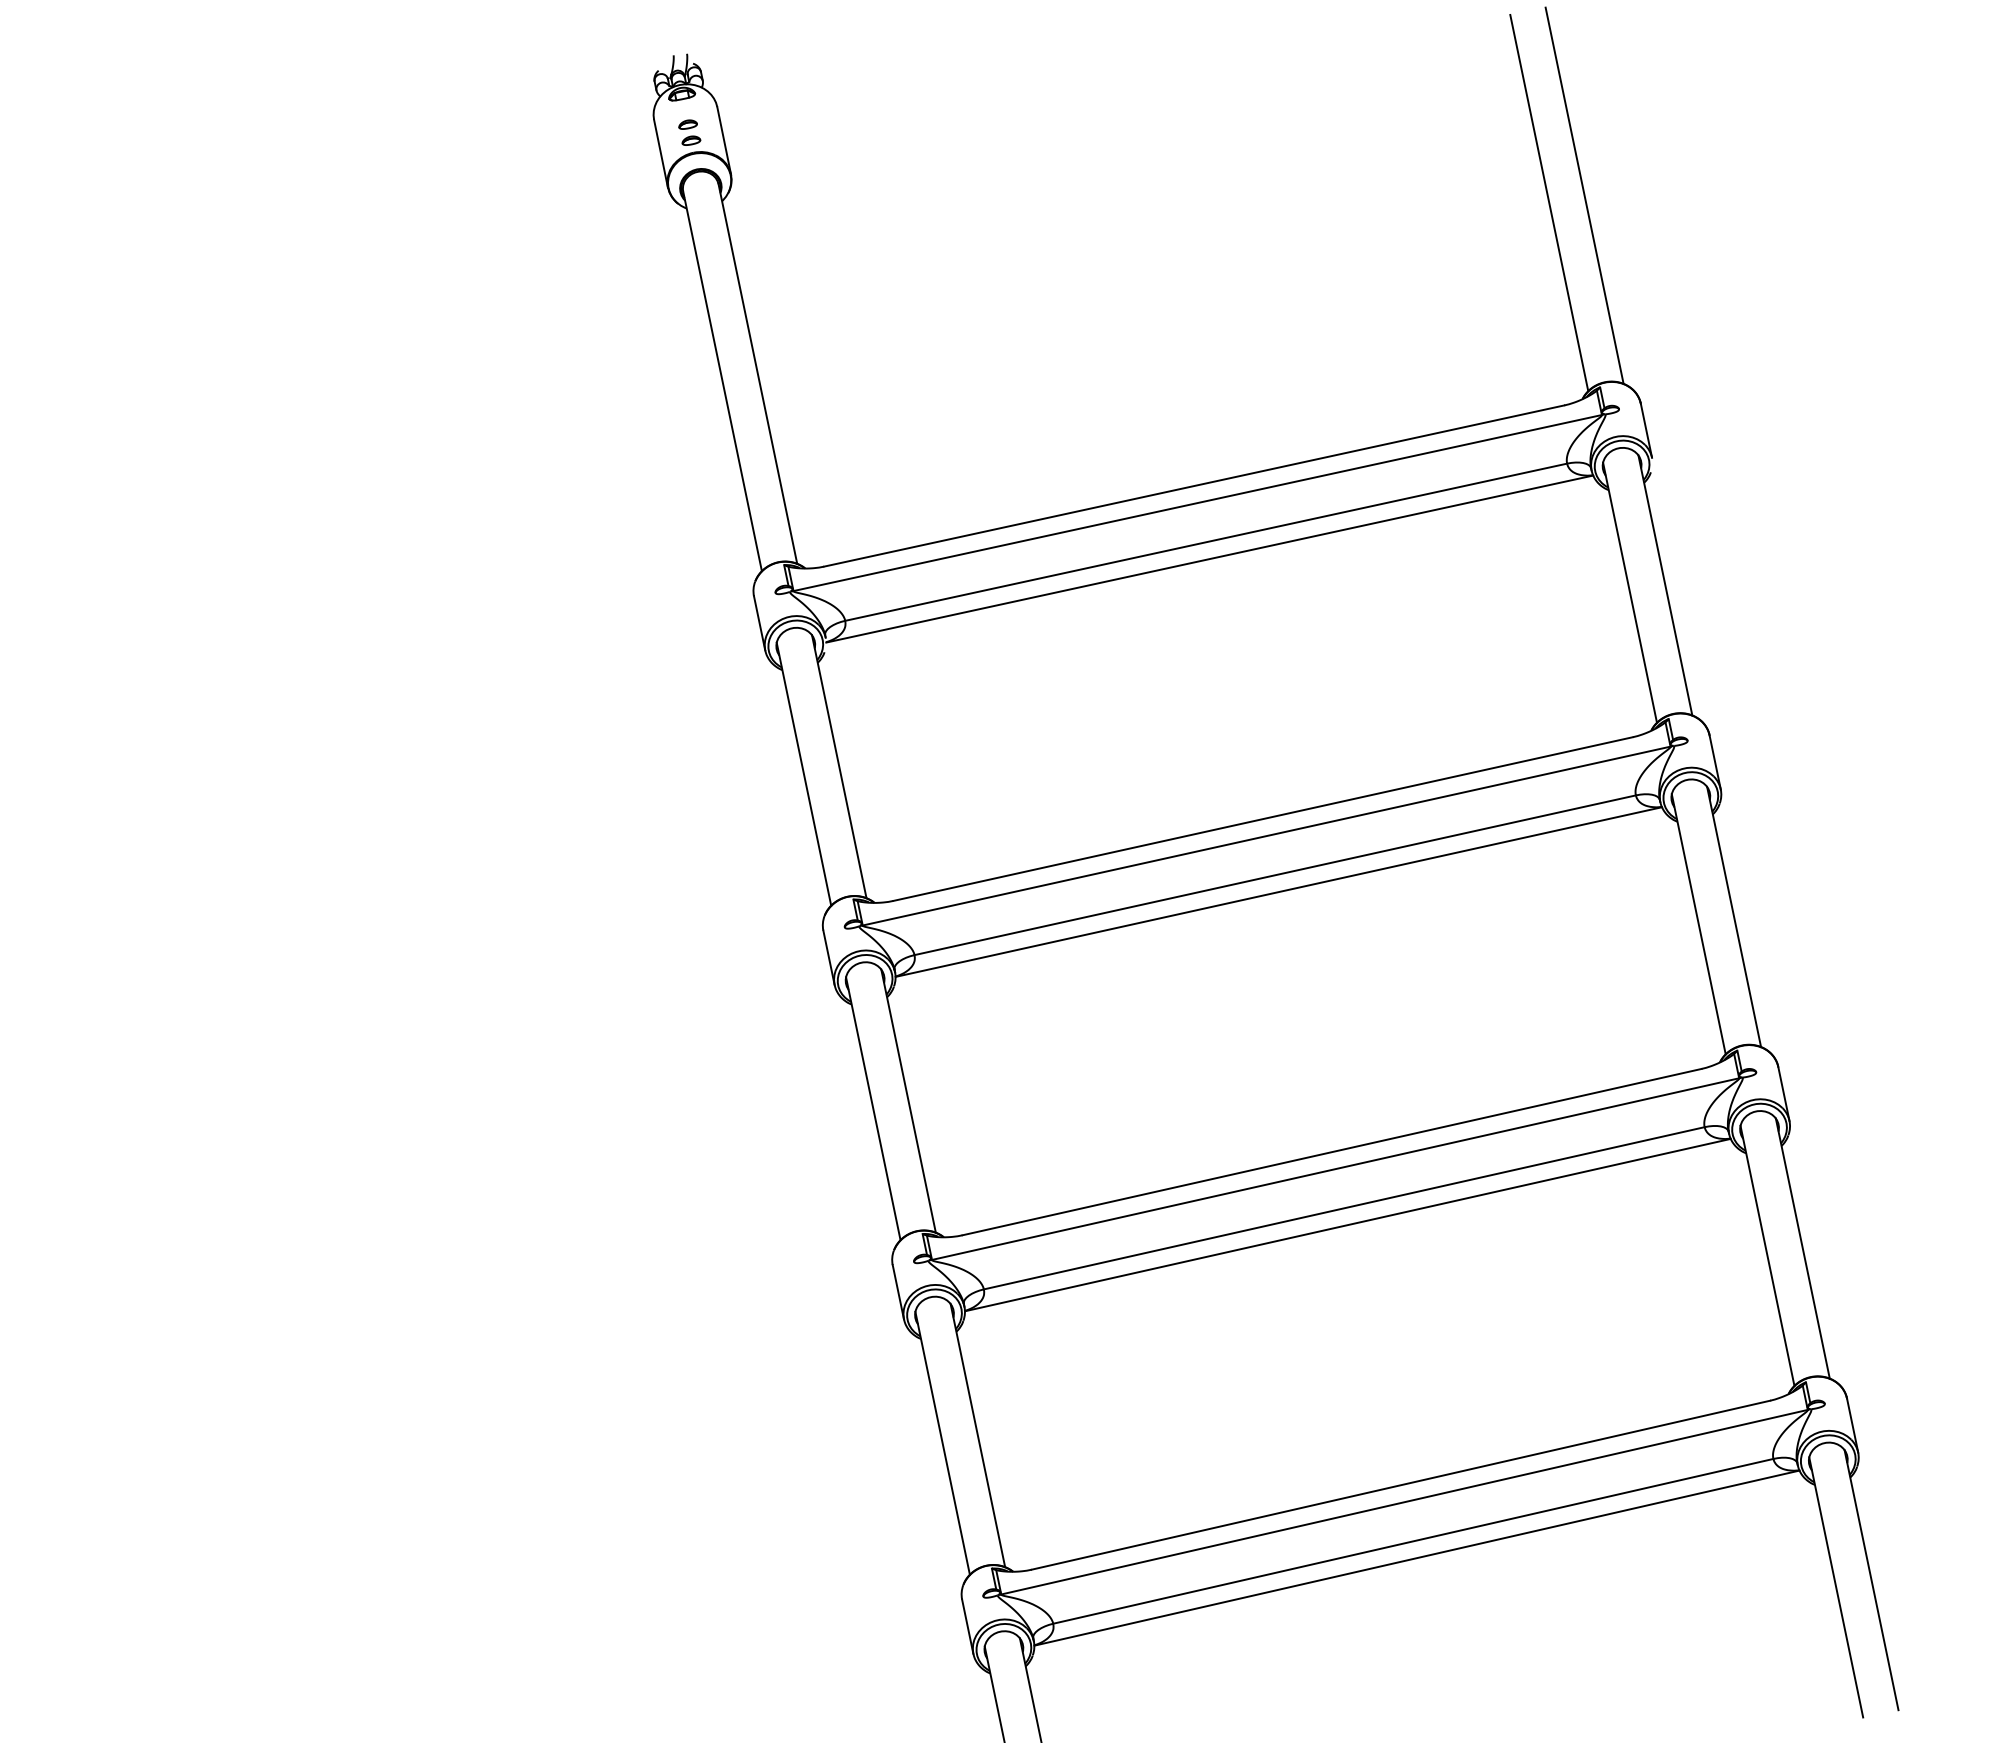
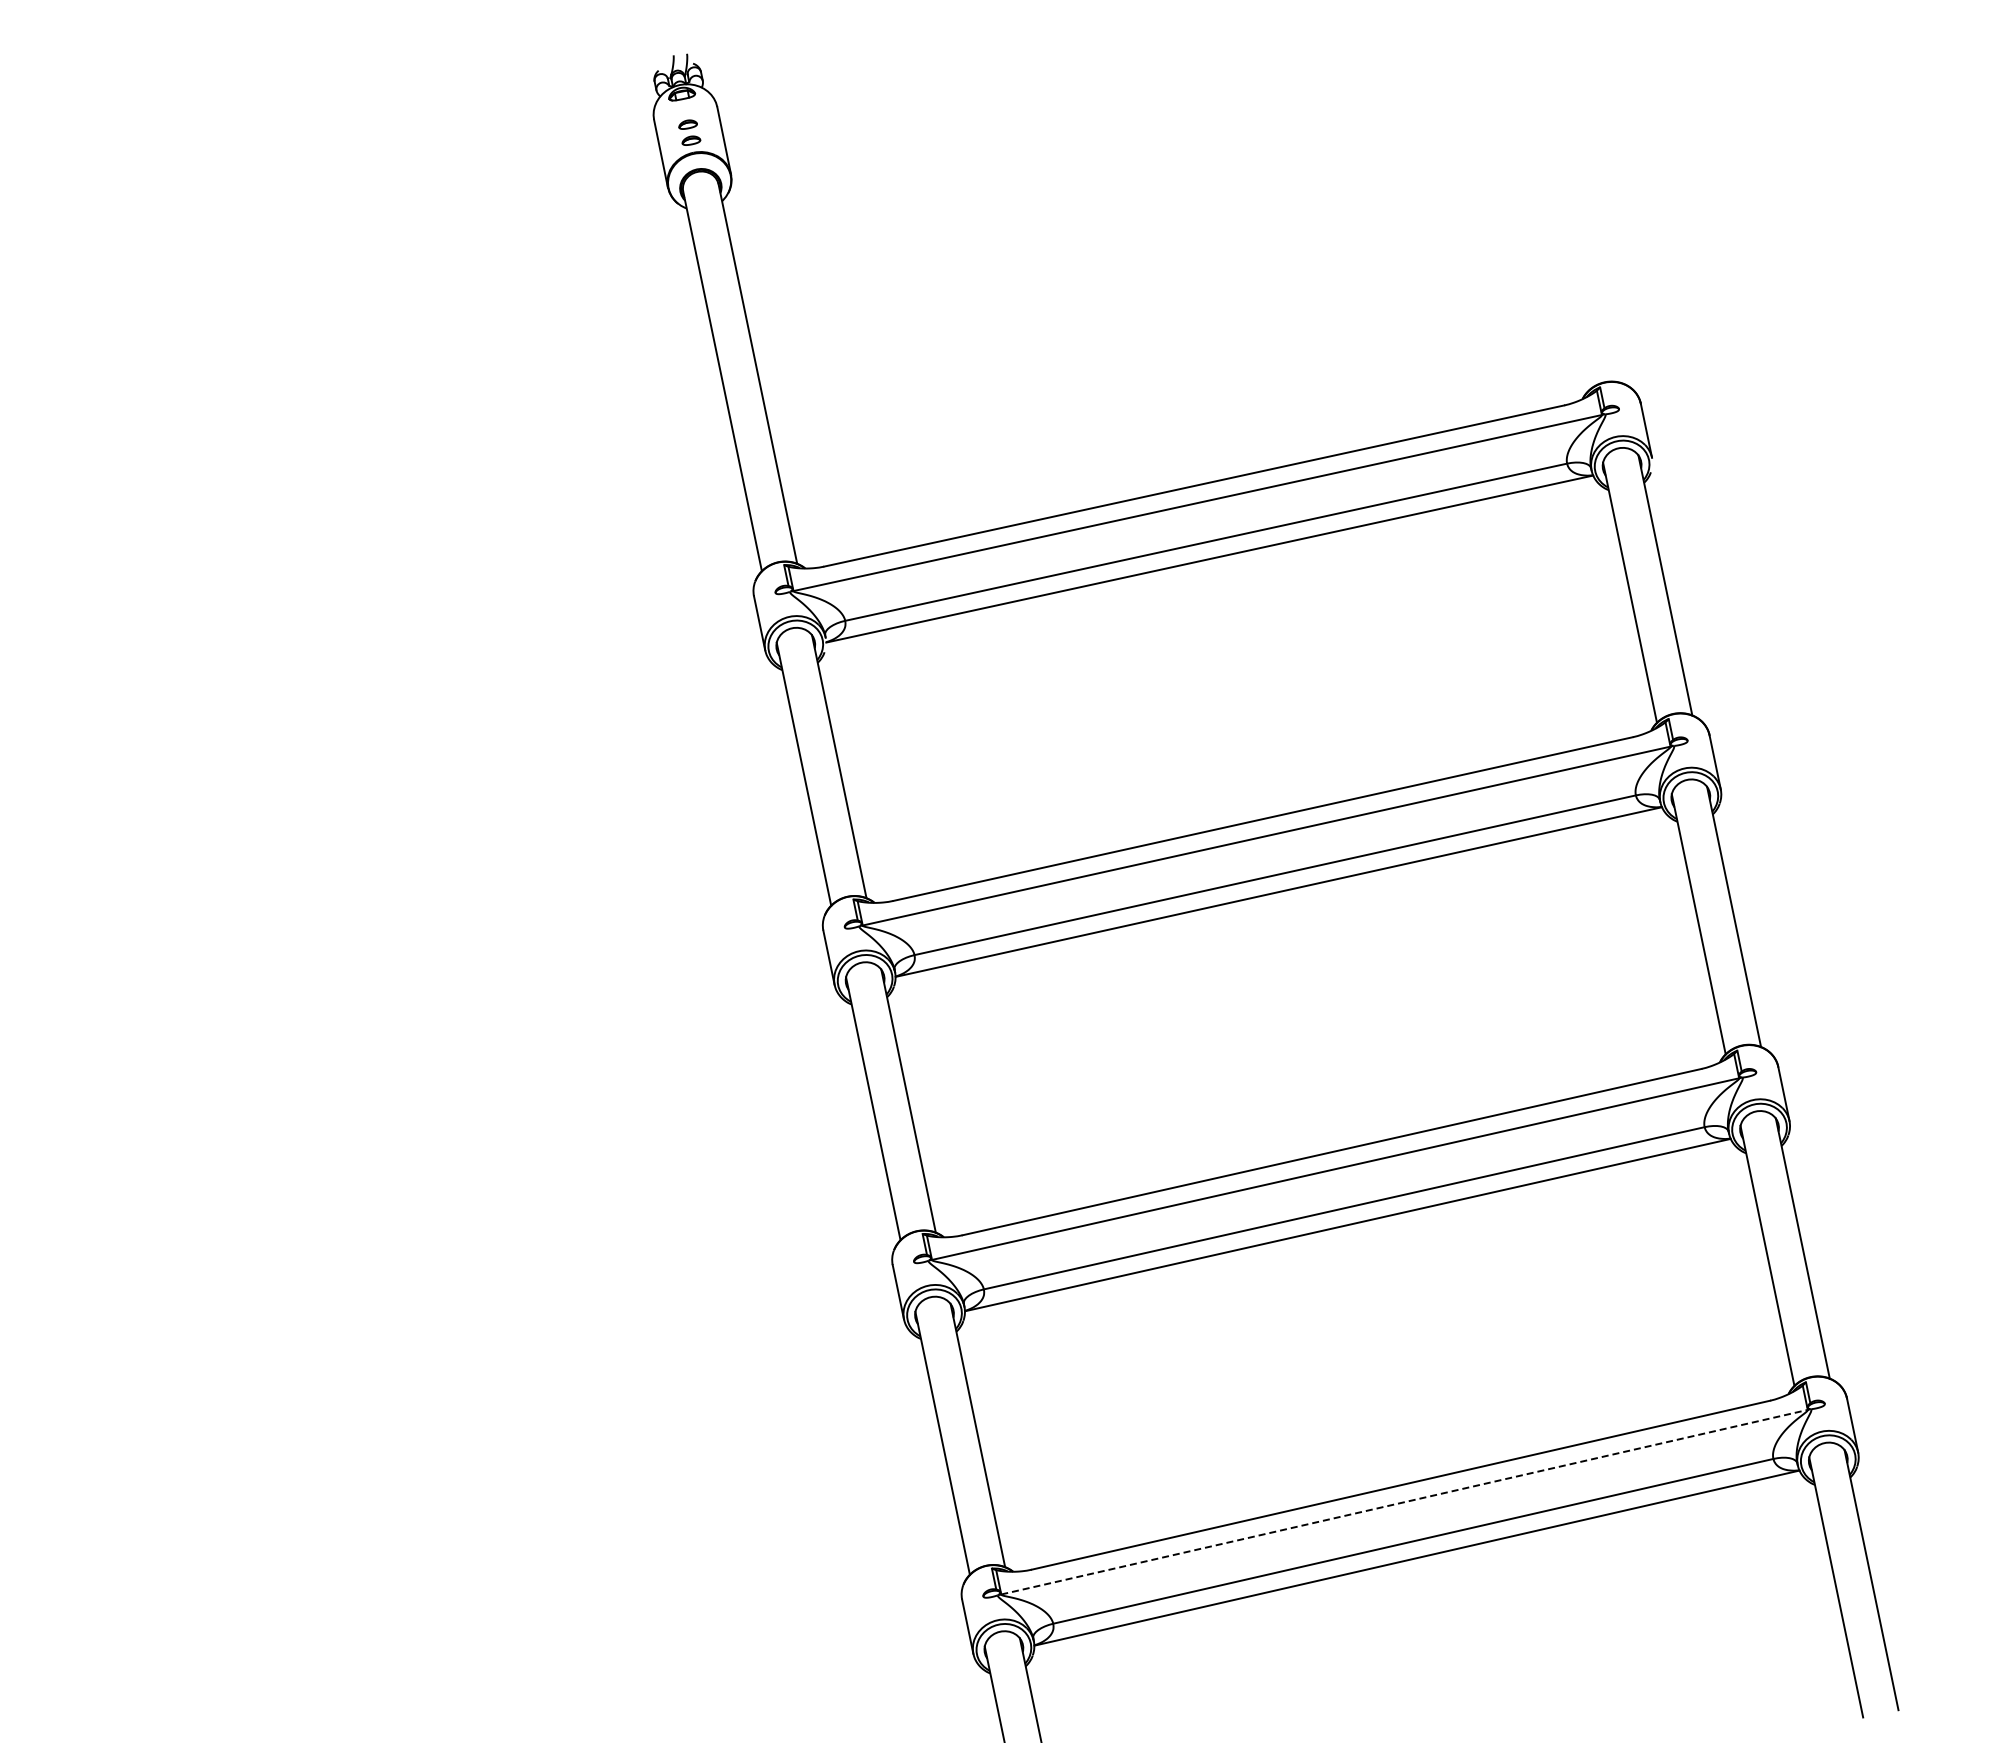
line at (1584, 195): present -> none
line at (1549, 202): present -> none
line at (1404, 1502): solid -> dashed
